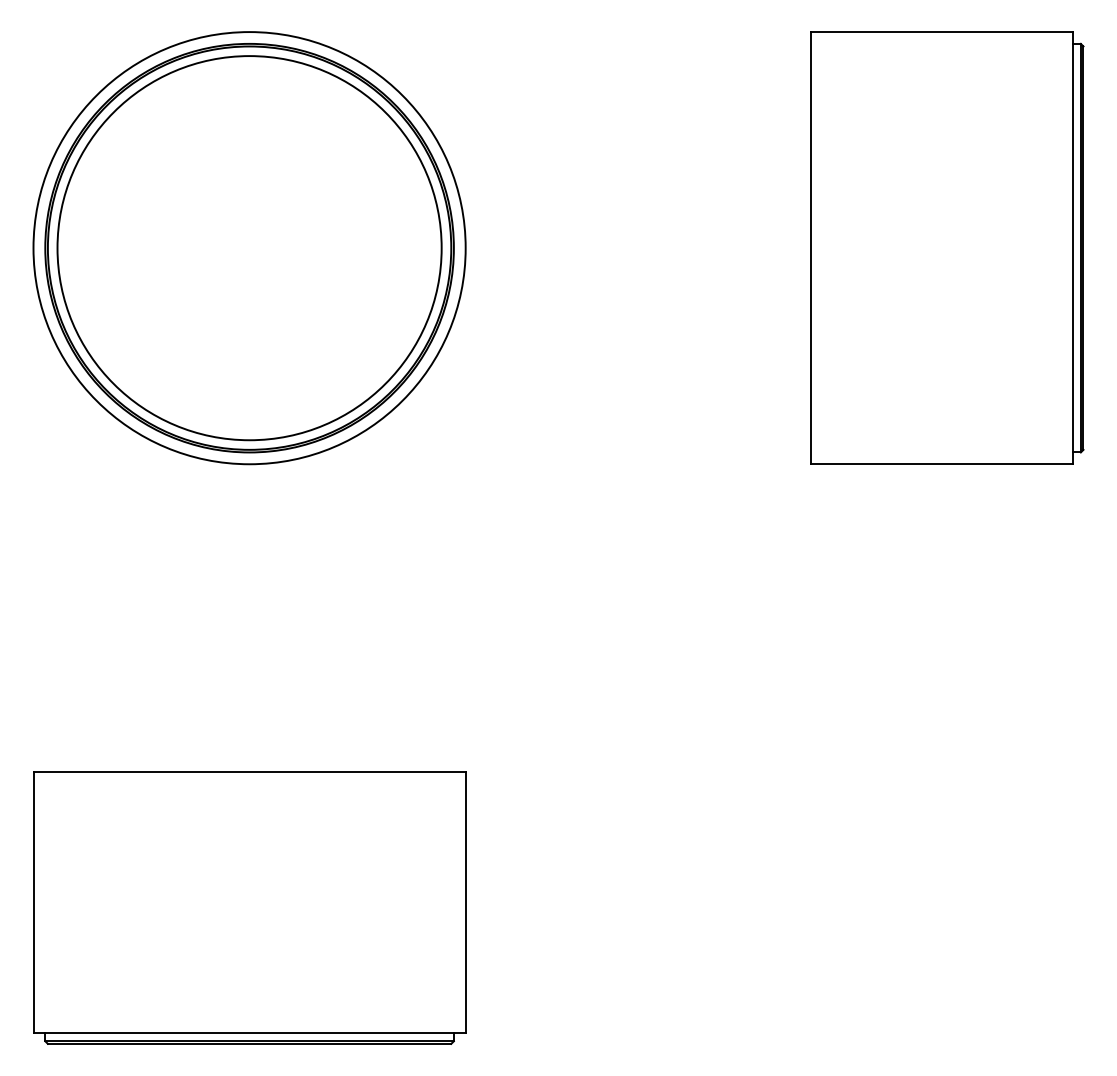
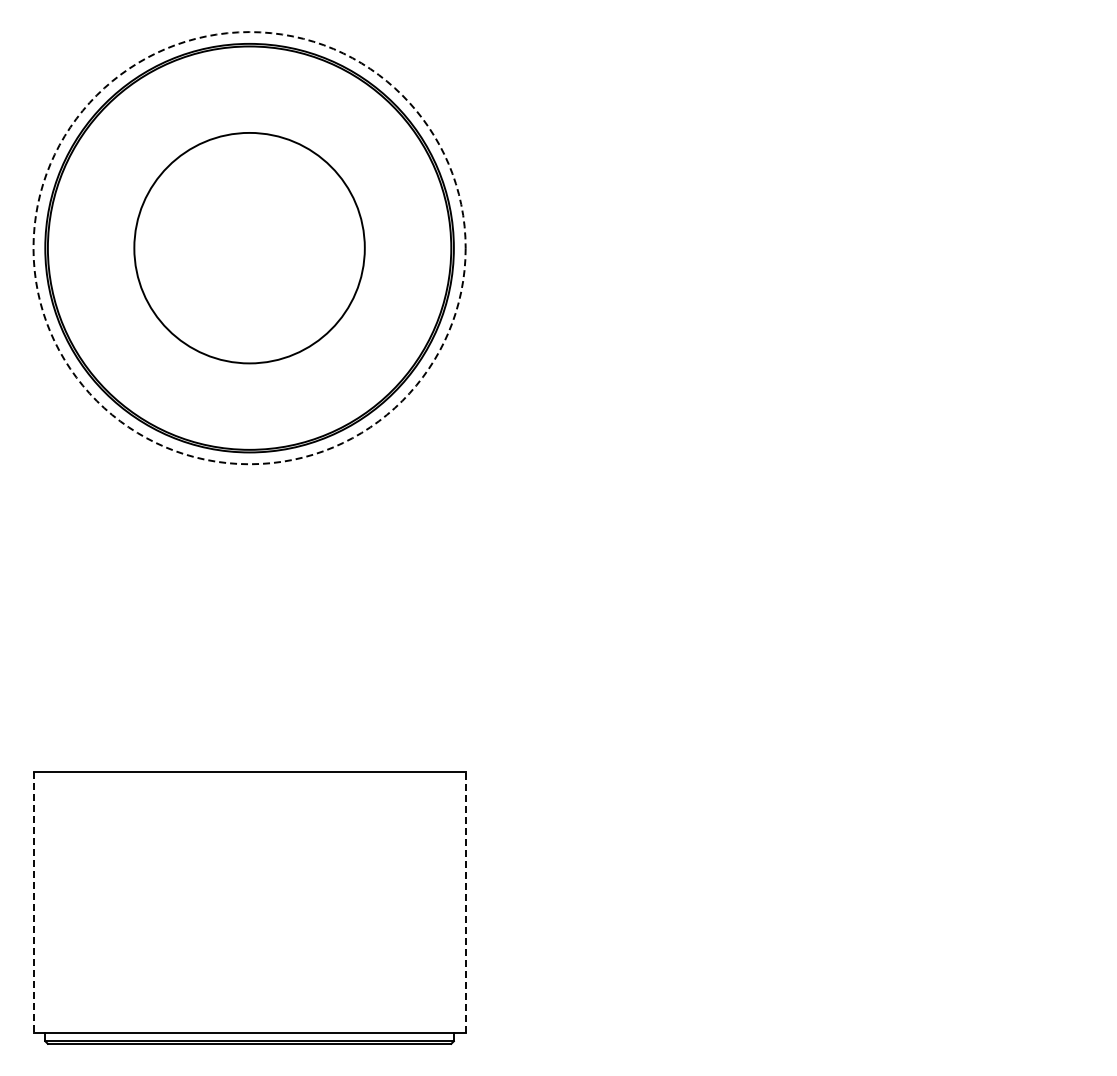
part at (947, 247): present -> none
circle at (249, 248) diameter: 384 px -> 230 px
circle at (249, 248): solid -> dashed
line at (33, 902): solid -> dashed
line at (465, 902): solid -> dashed
